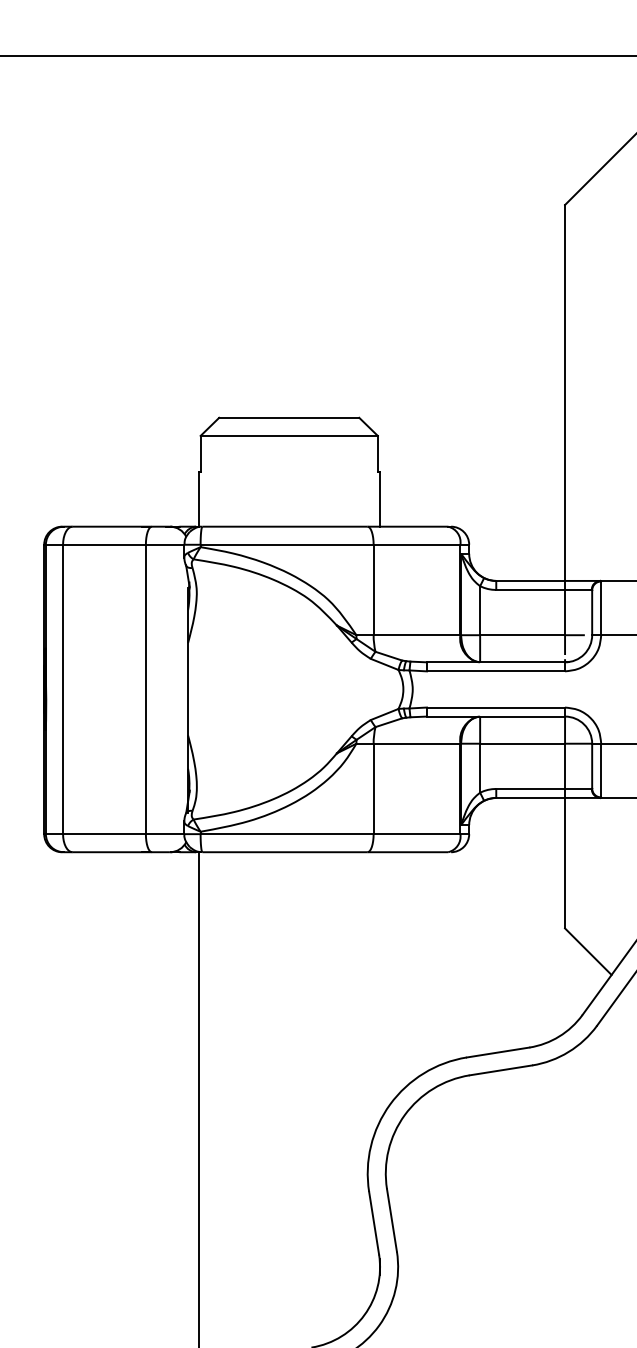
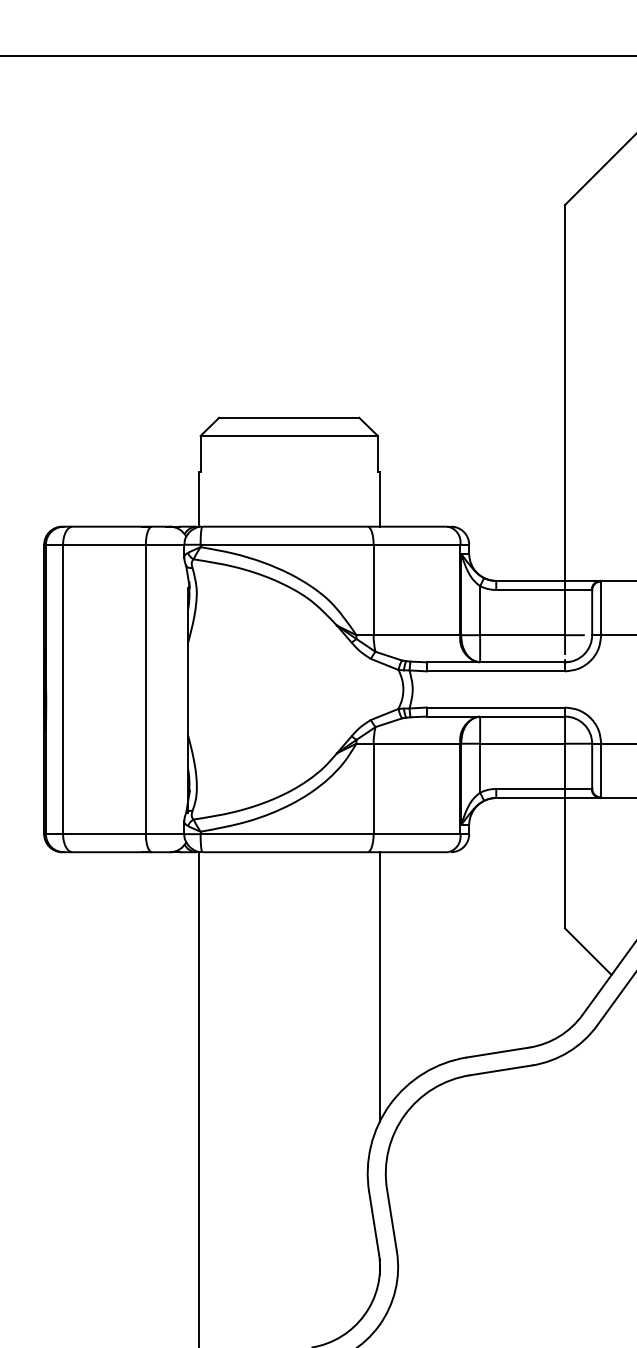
line at (379, 986): none -> present
